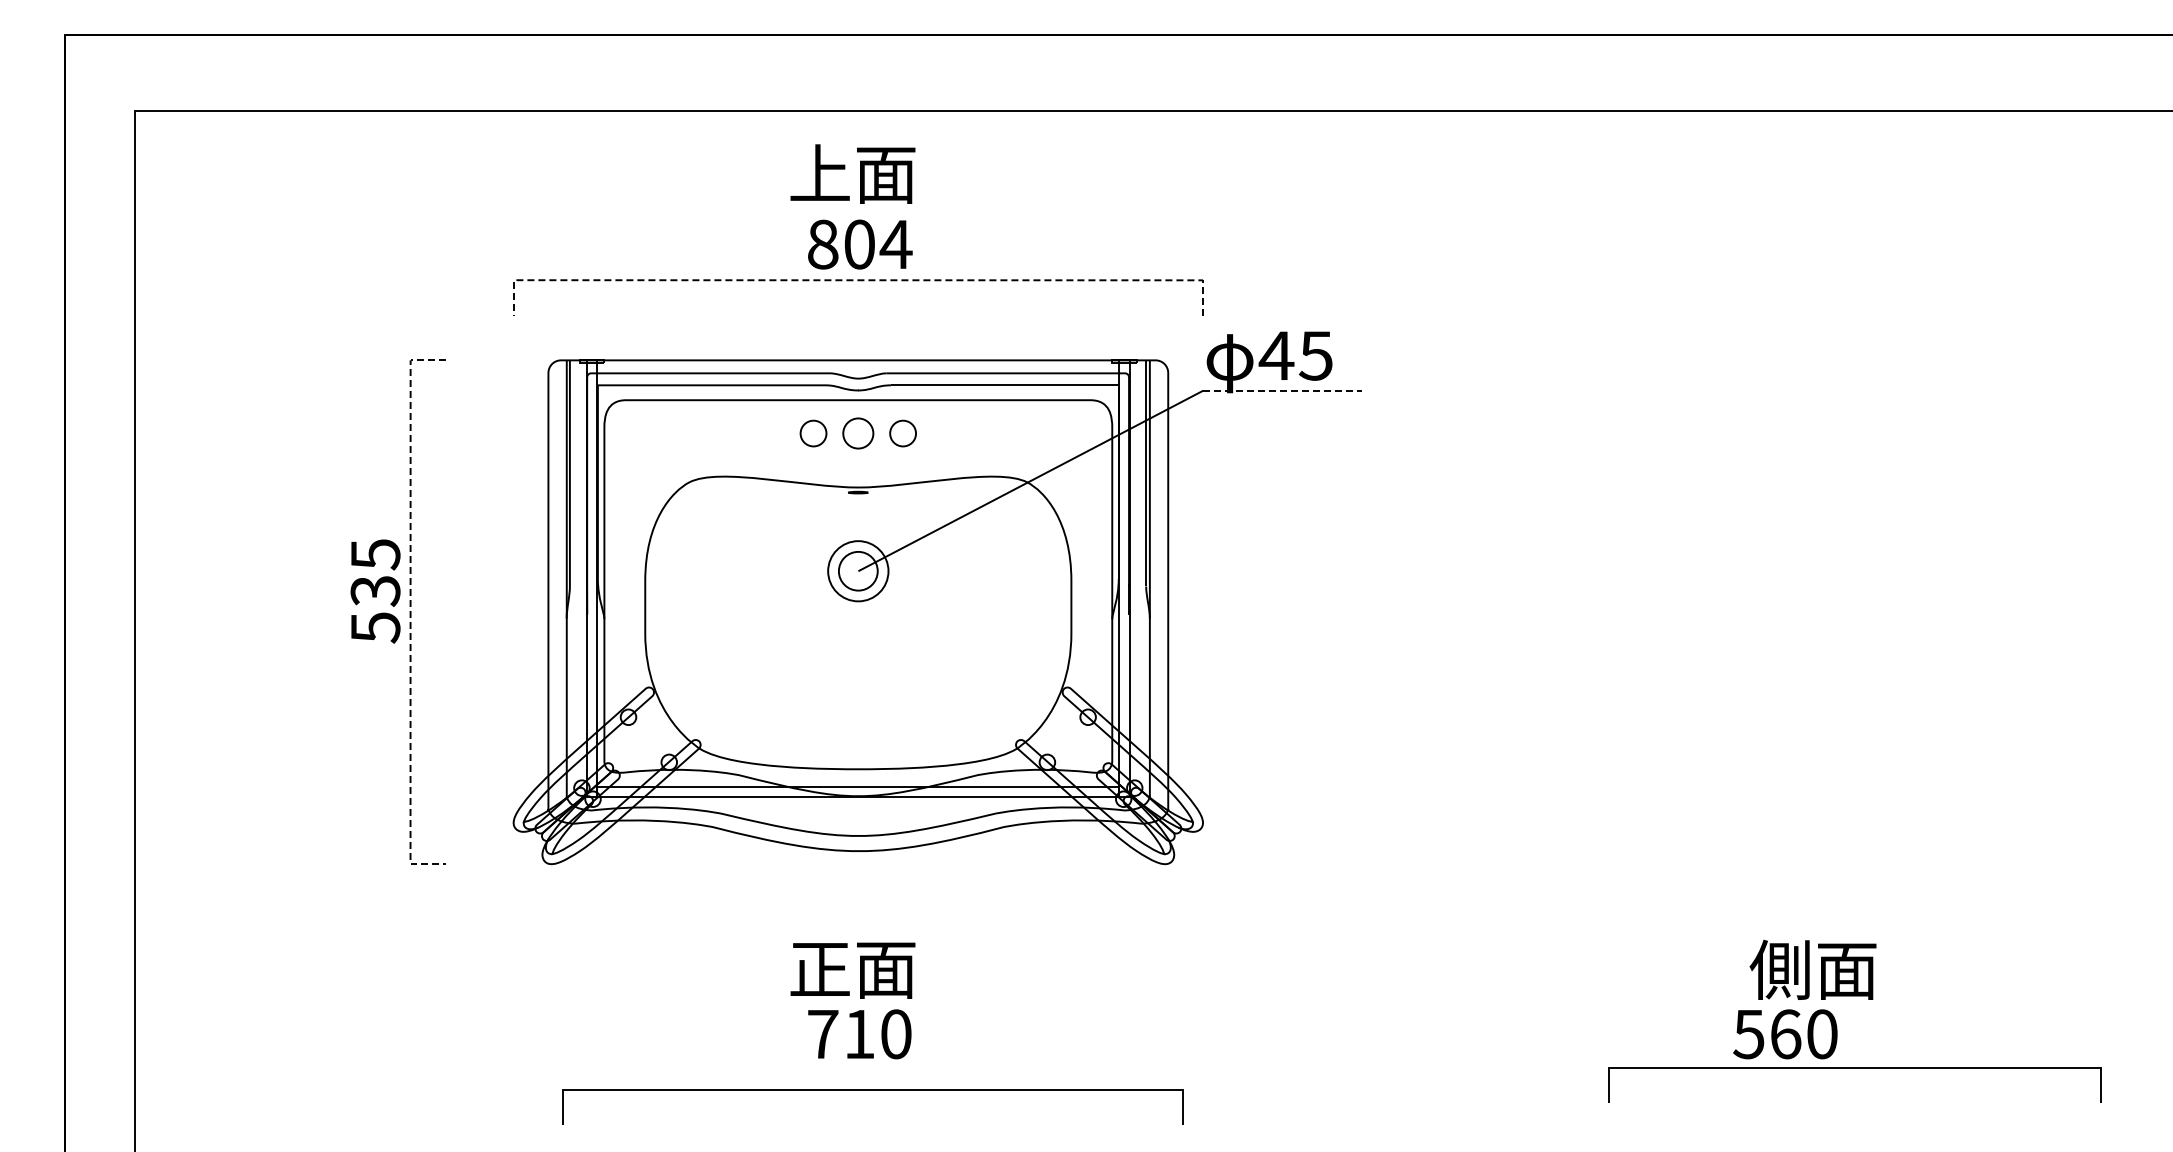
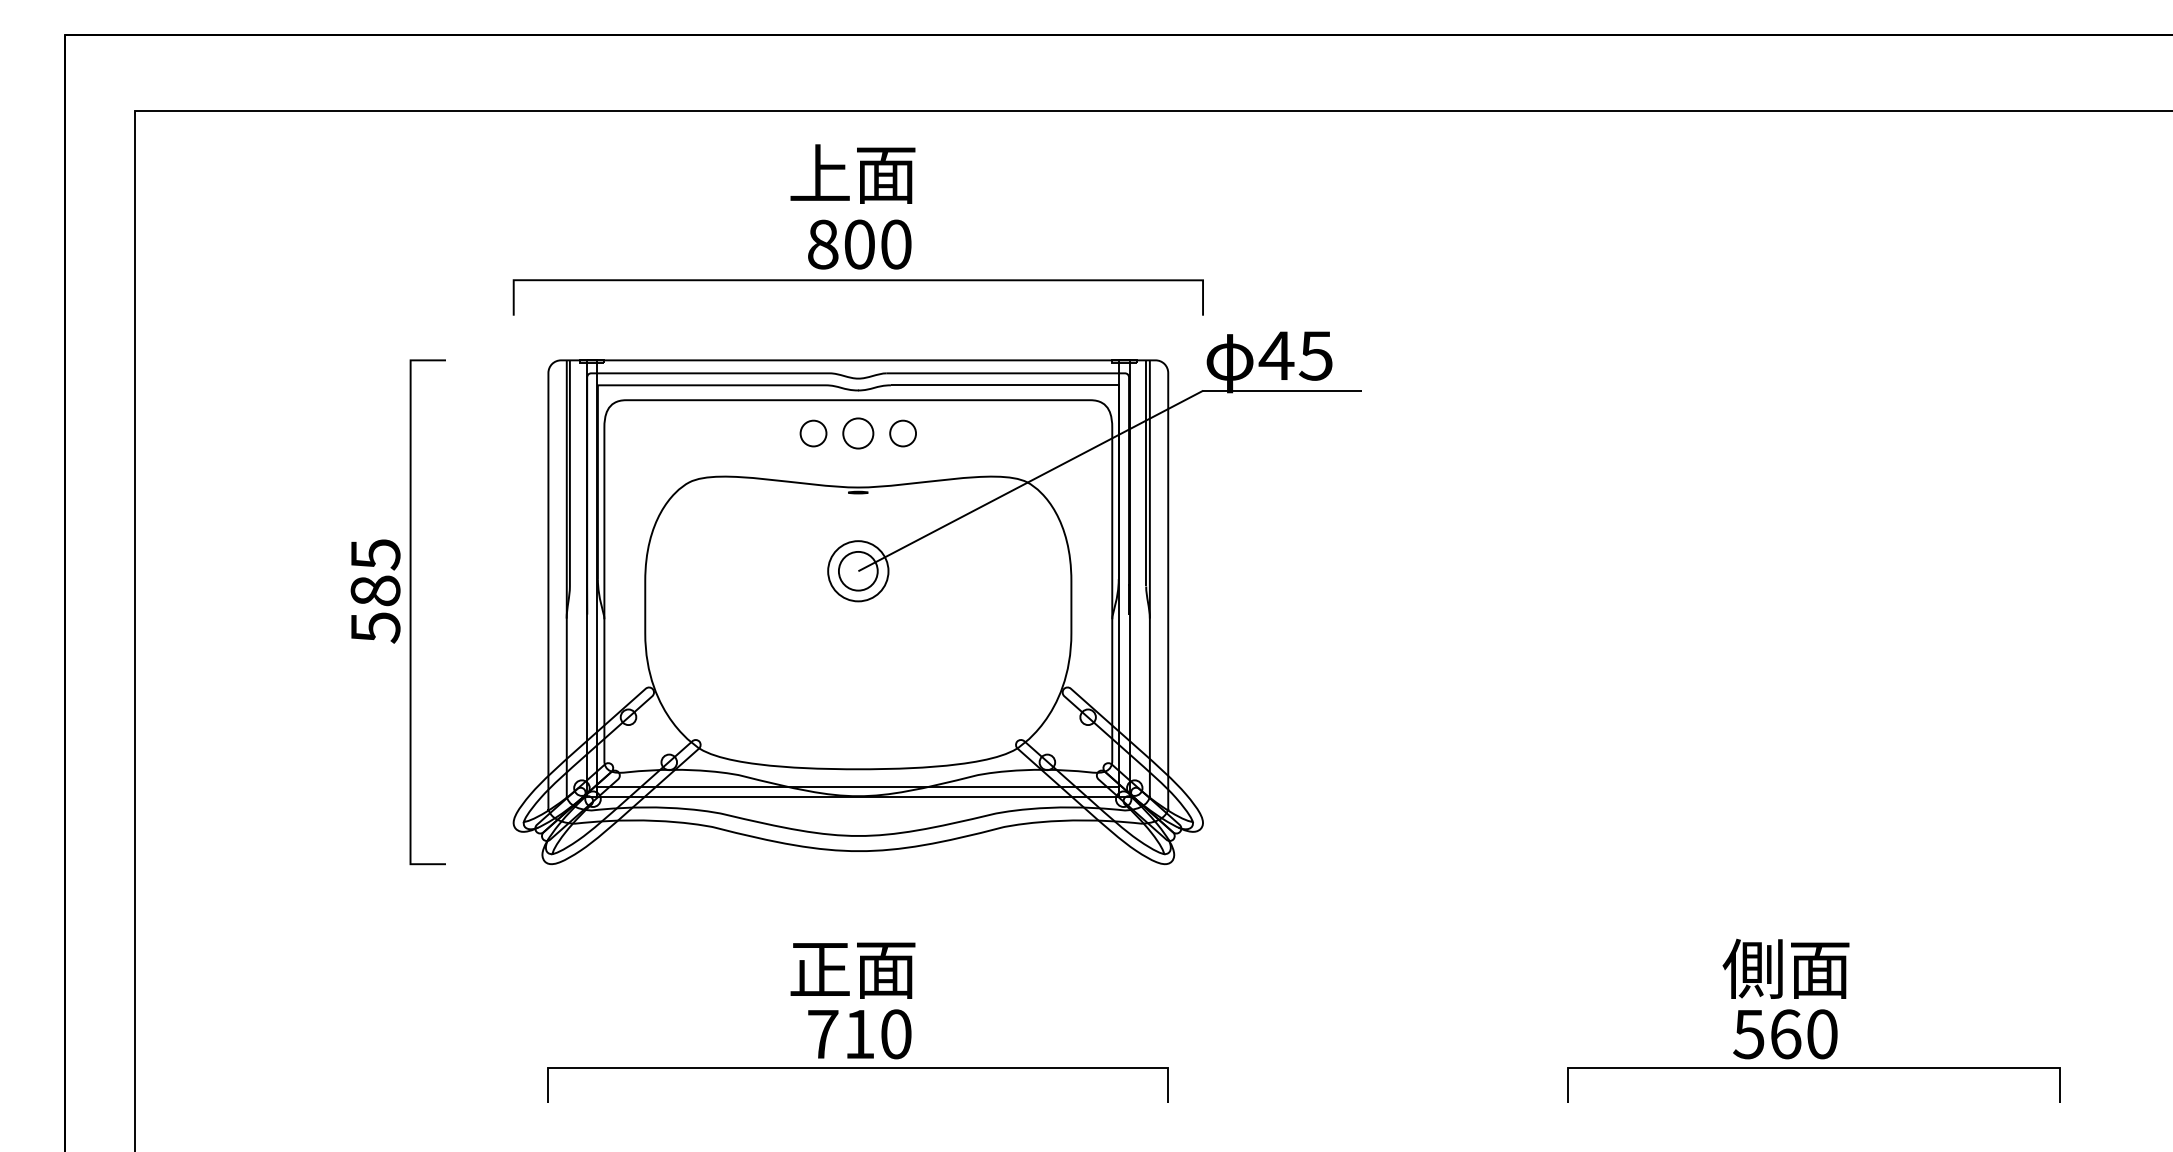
text at (895, 244): 804 -> 800
line at (858, 280): dashed -> solid
line at (1282, 390): dashed -> solid
text at (375, 590): 535 -> 585
line at (410, 612): dashed -> solid
text at (1812, 969) position: (1812, 969) -> (1785, 968)
line at (1854, 1068) position: (1854, 1068) -> (1813, 1068)
line at (872, 1090) position: (872, 1090) -> (857, 1068)
